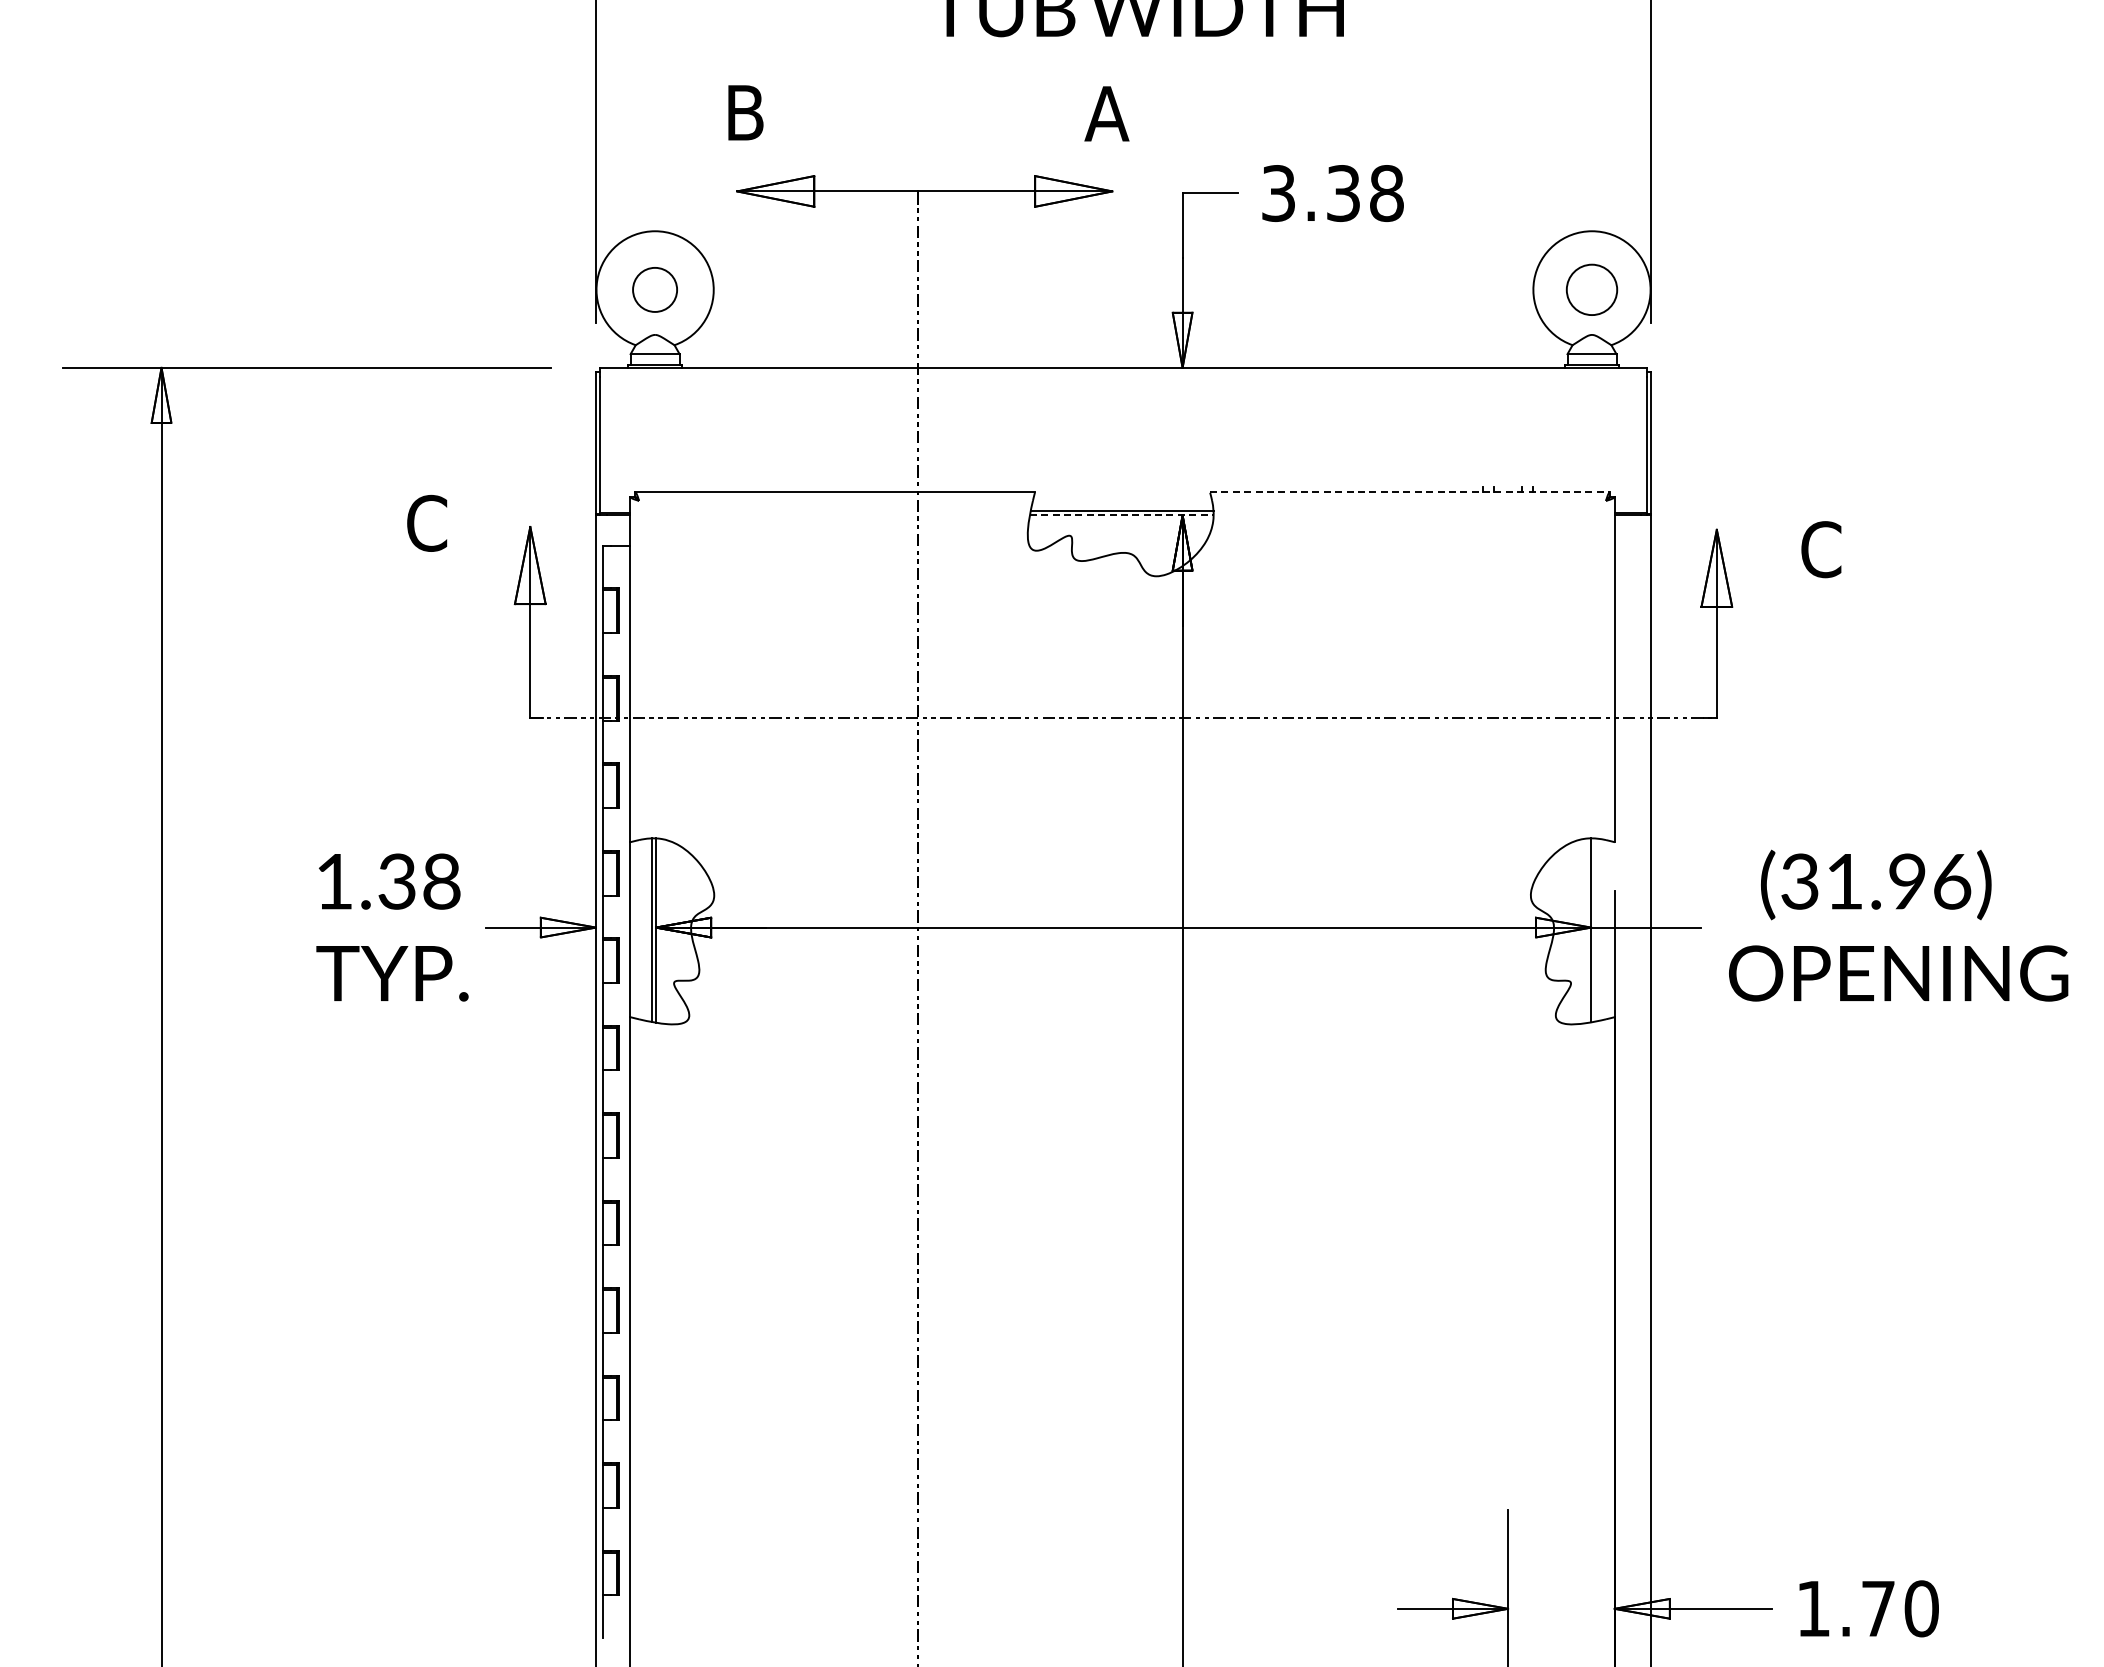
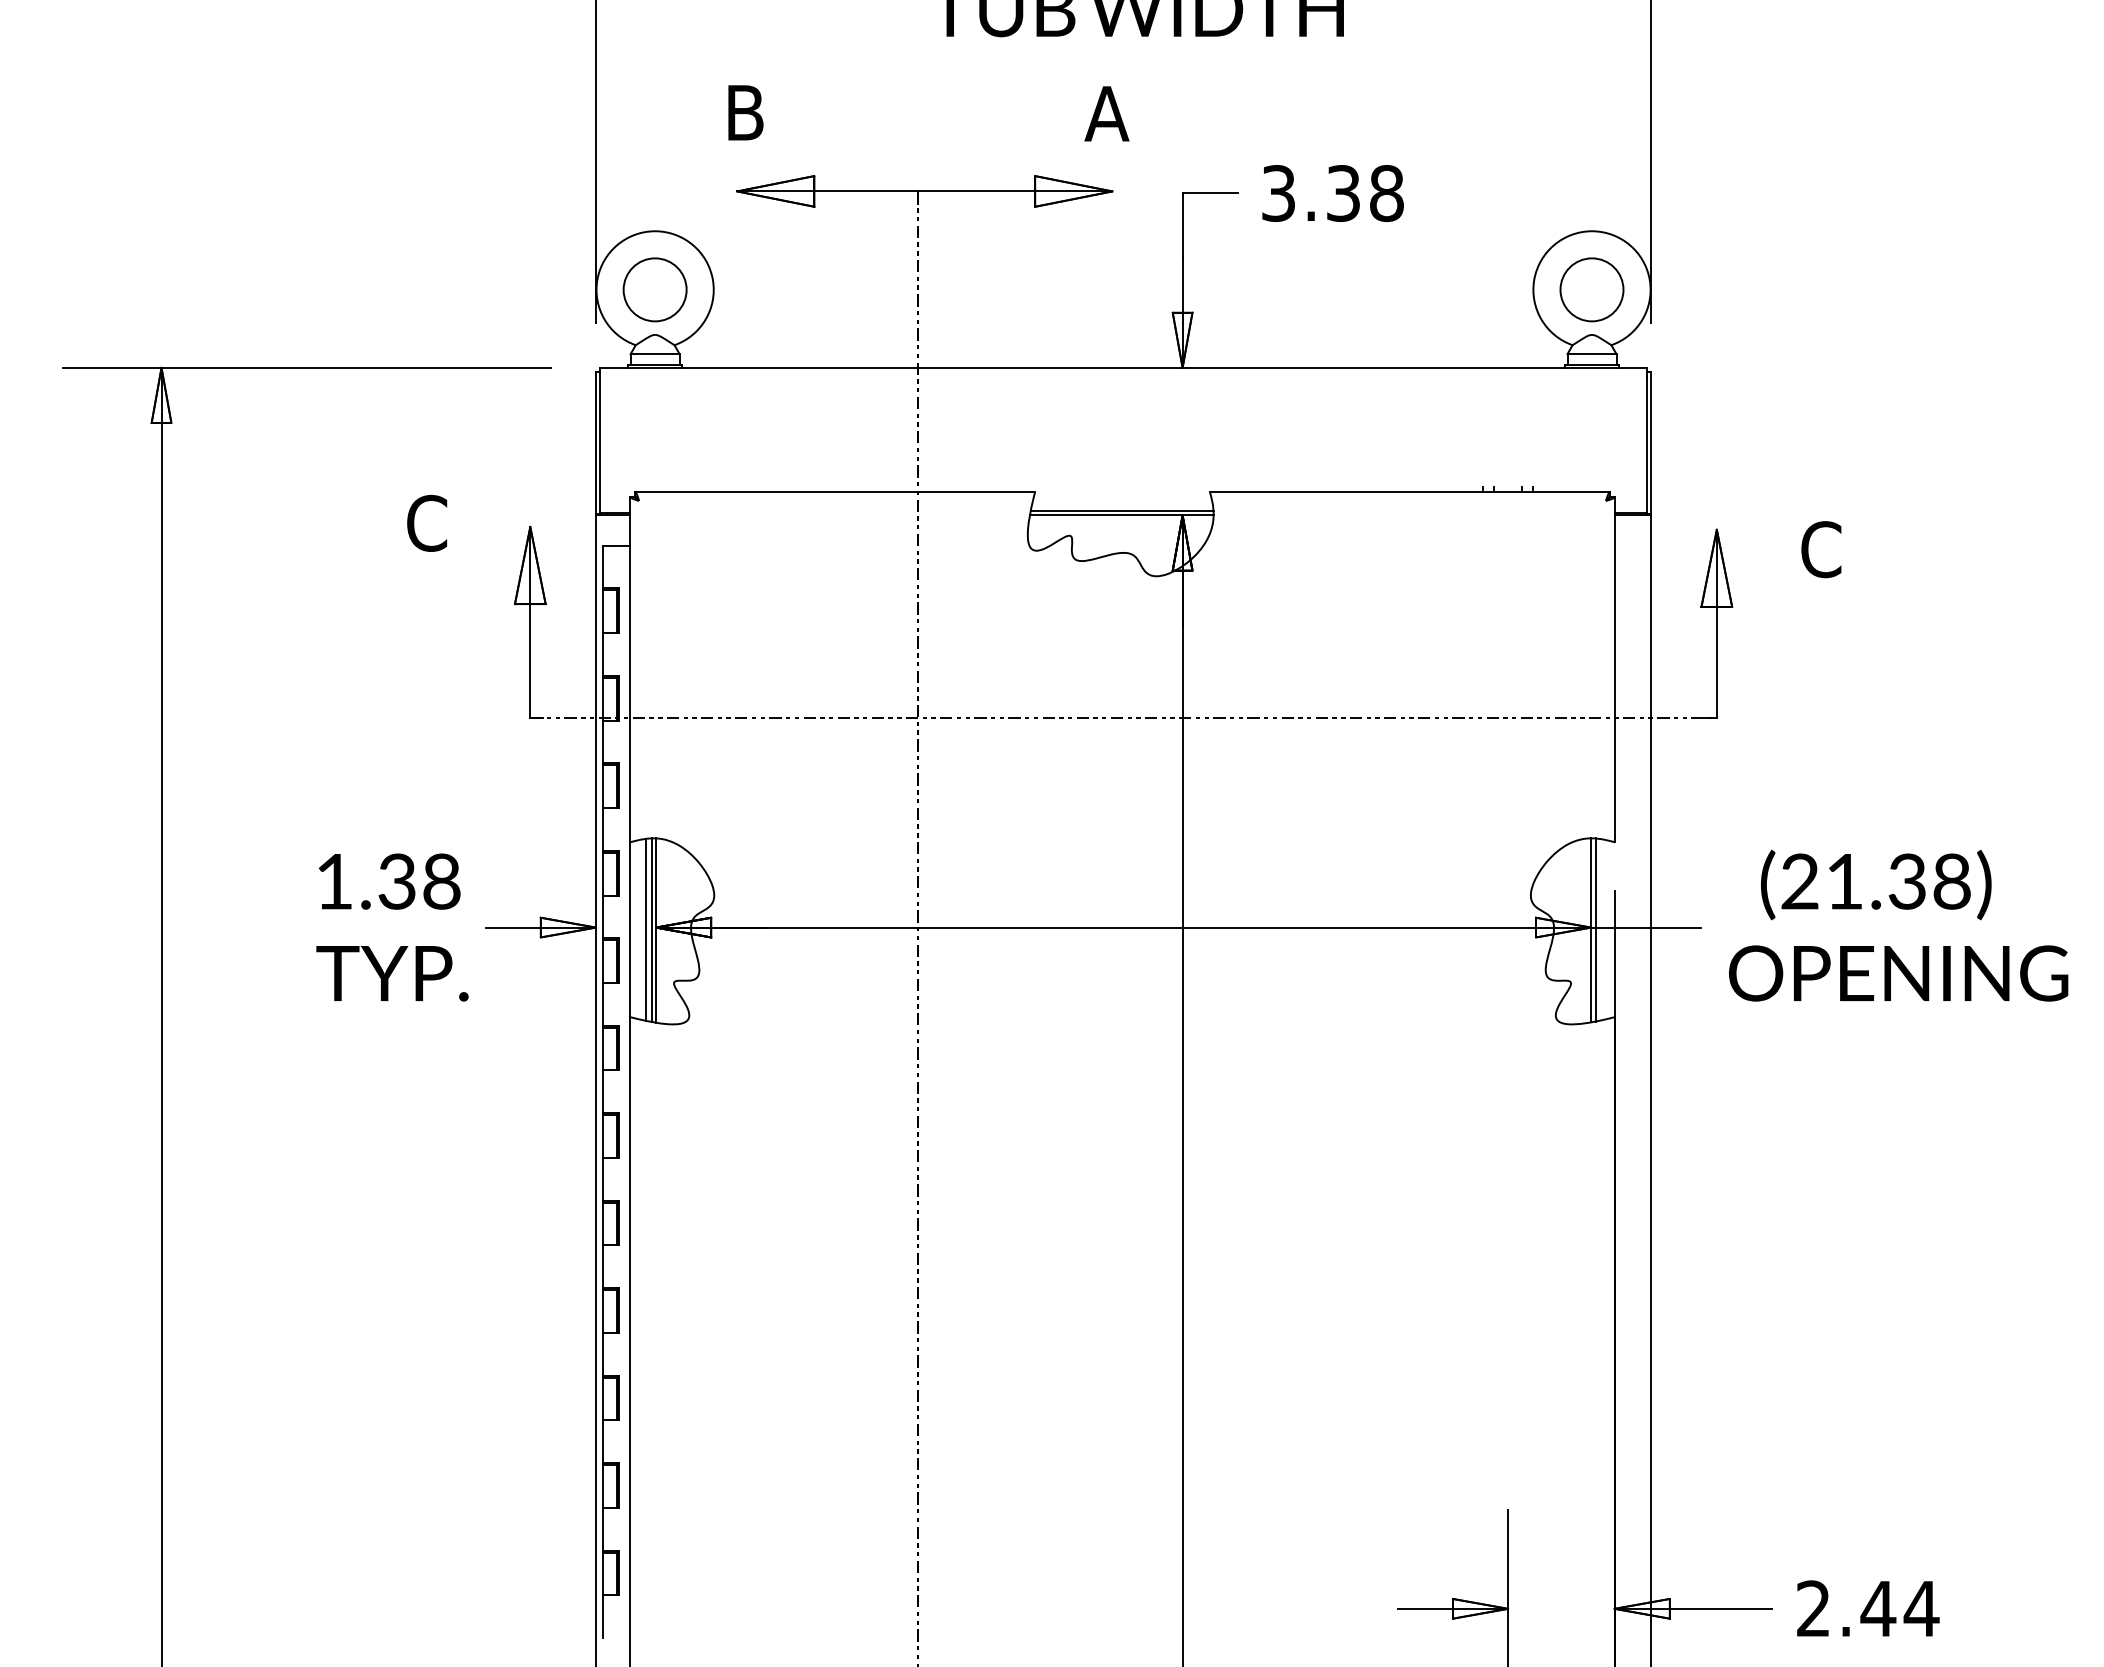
circle at (654, 289) size: 46x46 px -> 66x66 px
circle at (1591, 289) size: 54x53 px -> 66x66 px
line at (1410, 492): dashed -> solid
line at (1121, 515): dashed -> solid
text at (1876, 881): (31.96) -> (21.38)
line at (646, 929): none -> present
line at (1595, 929): none -> present
text at (1868, 1608): 1.70 -> 2.44
